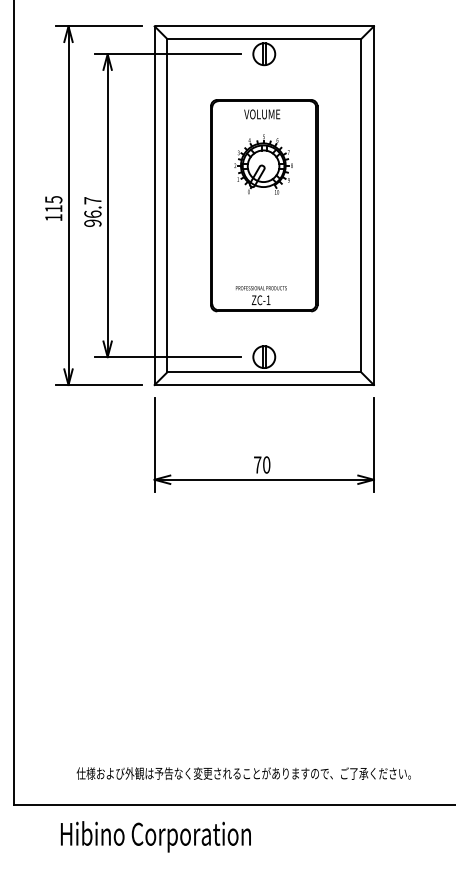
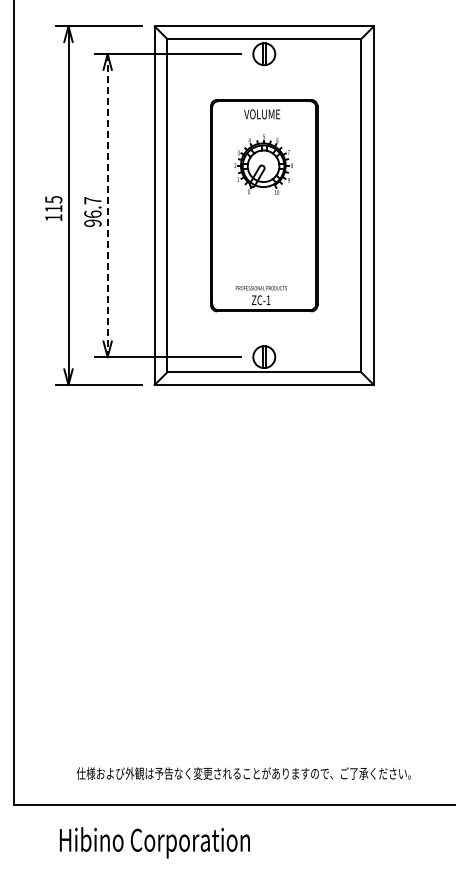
line at (107, 206): solid -> dashed
part at (261, 456): present -> none
text at (155, 836) position: (155, 836) -> (154, 842)
